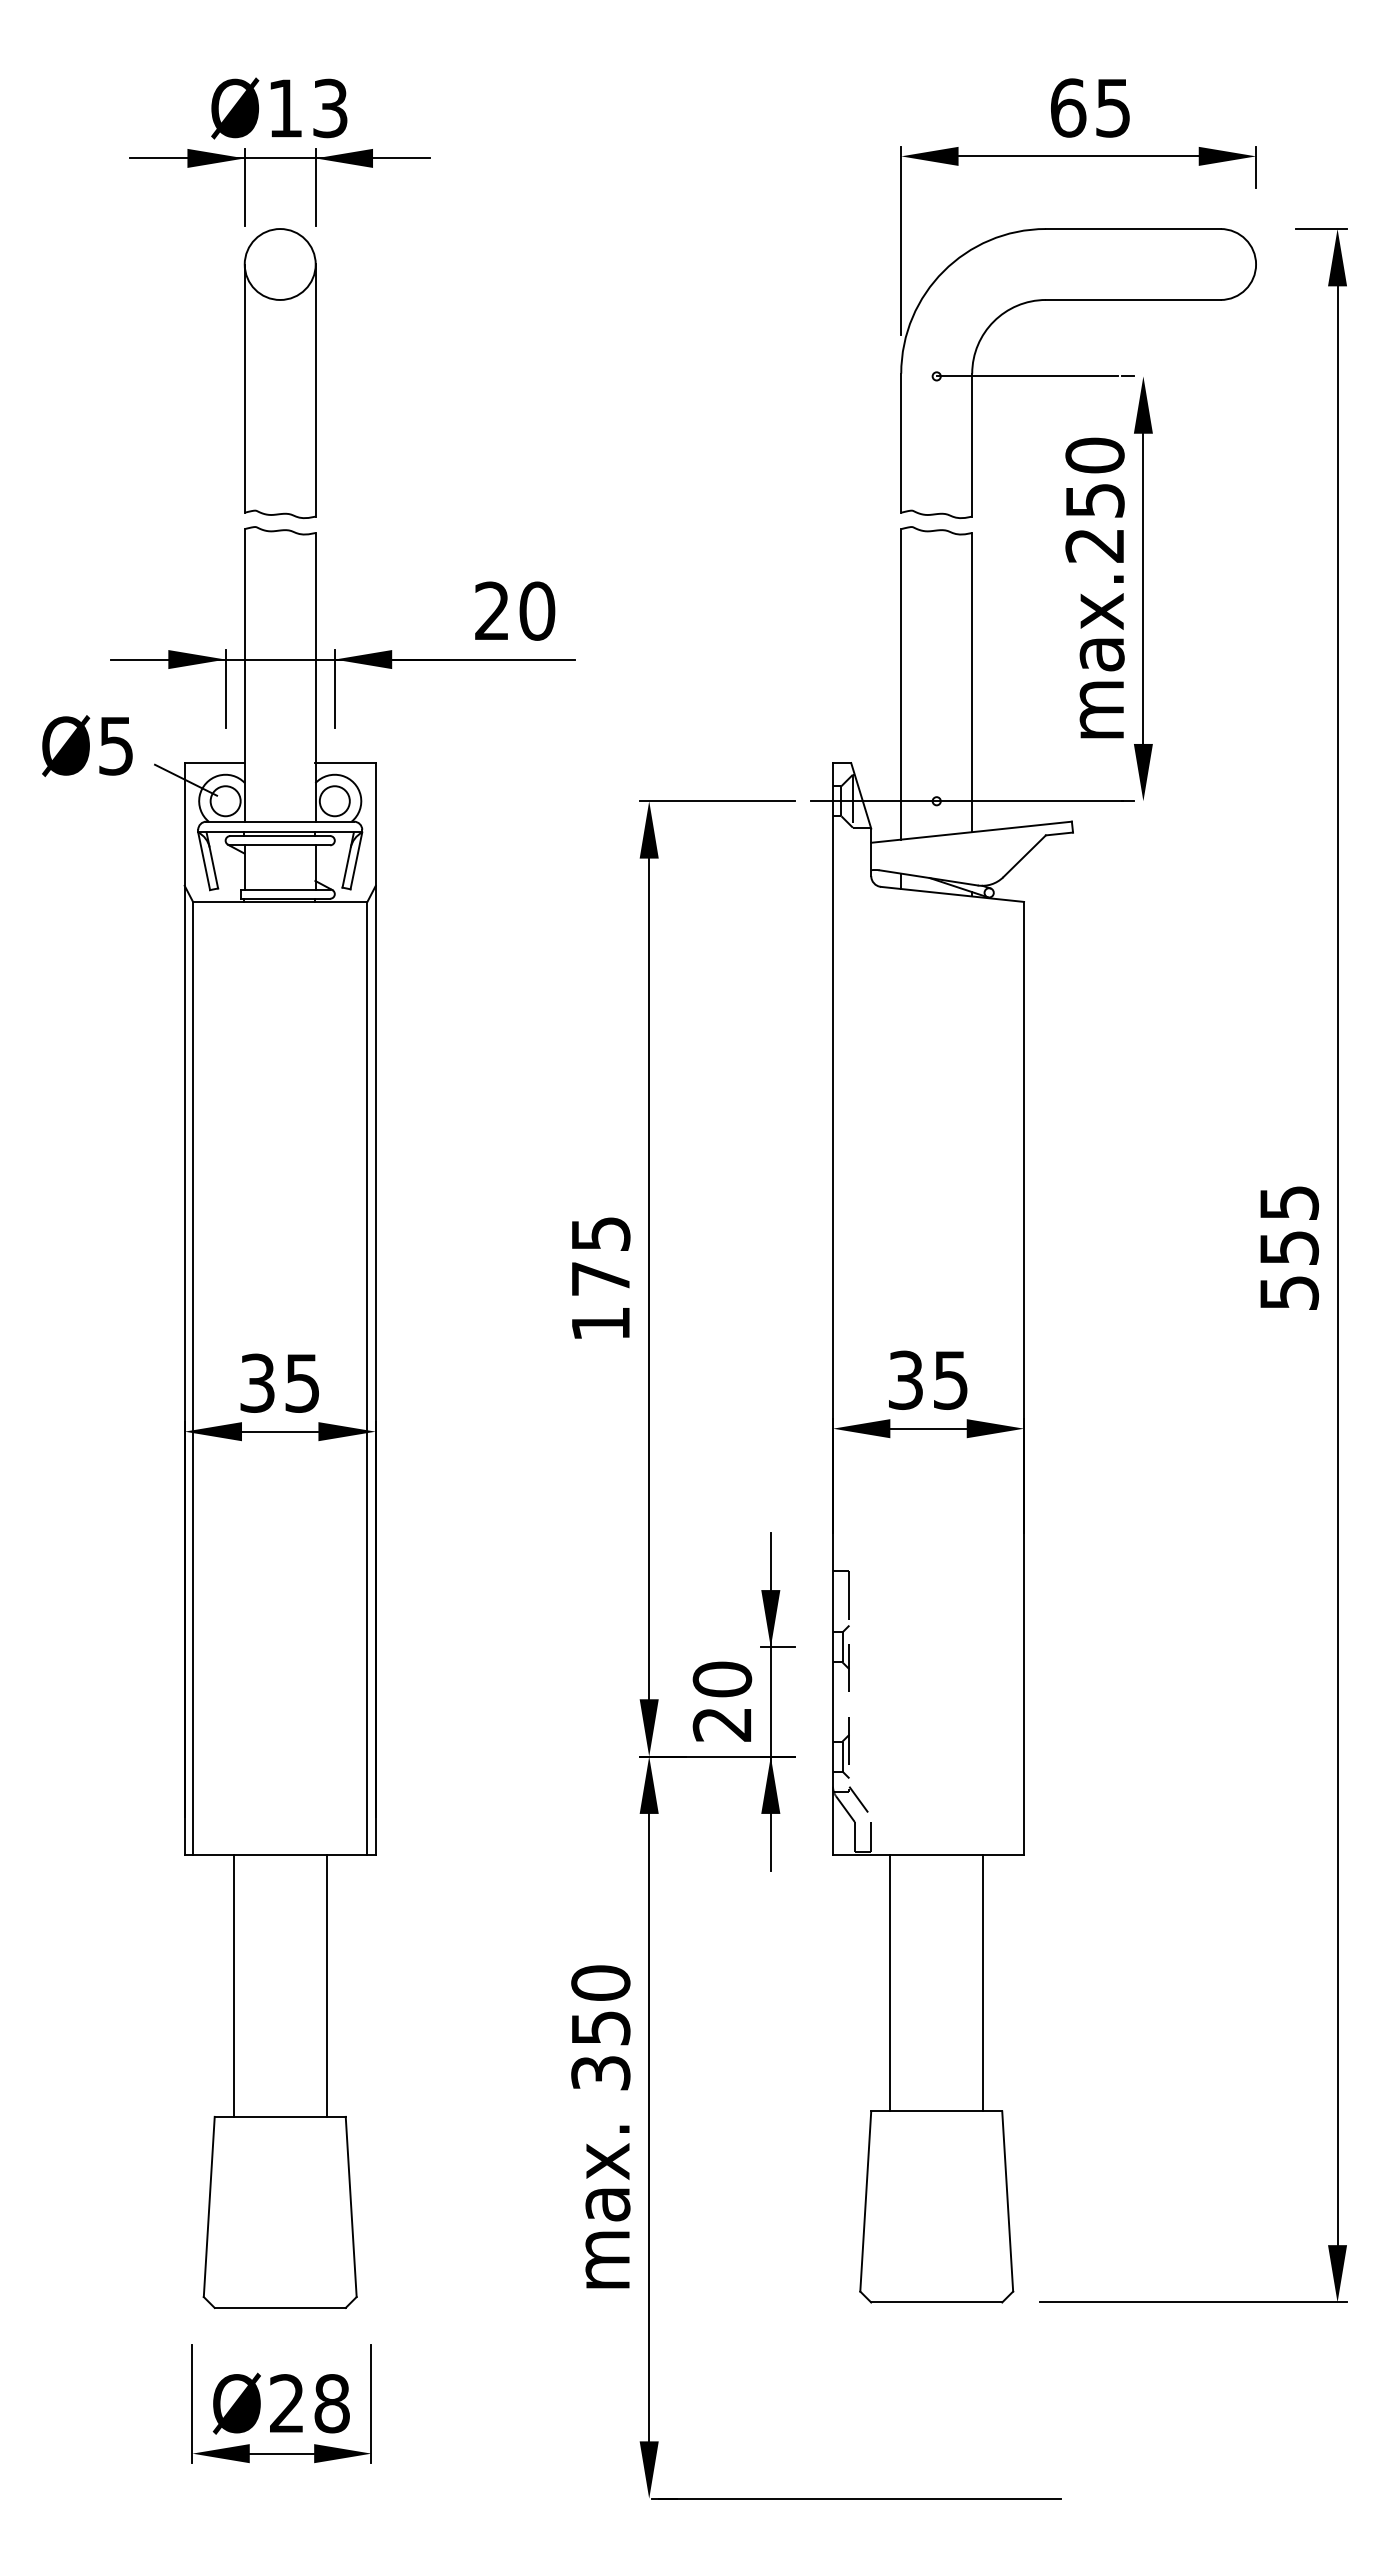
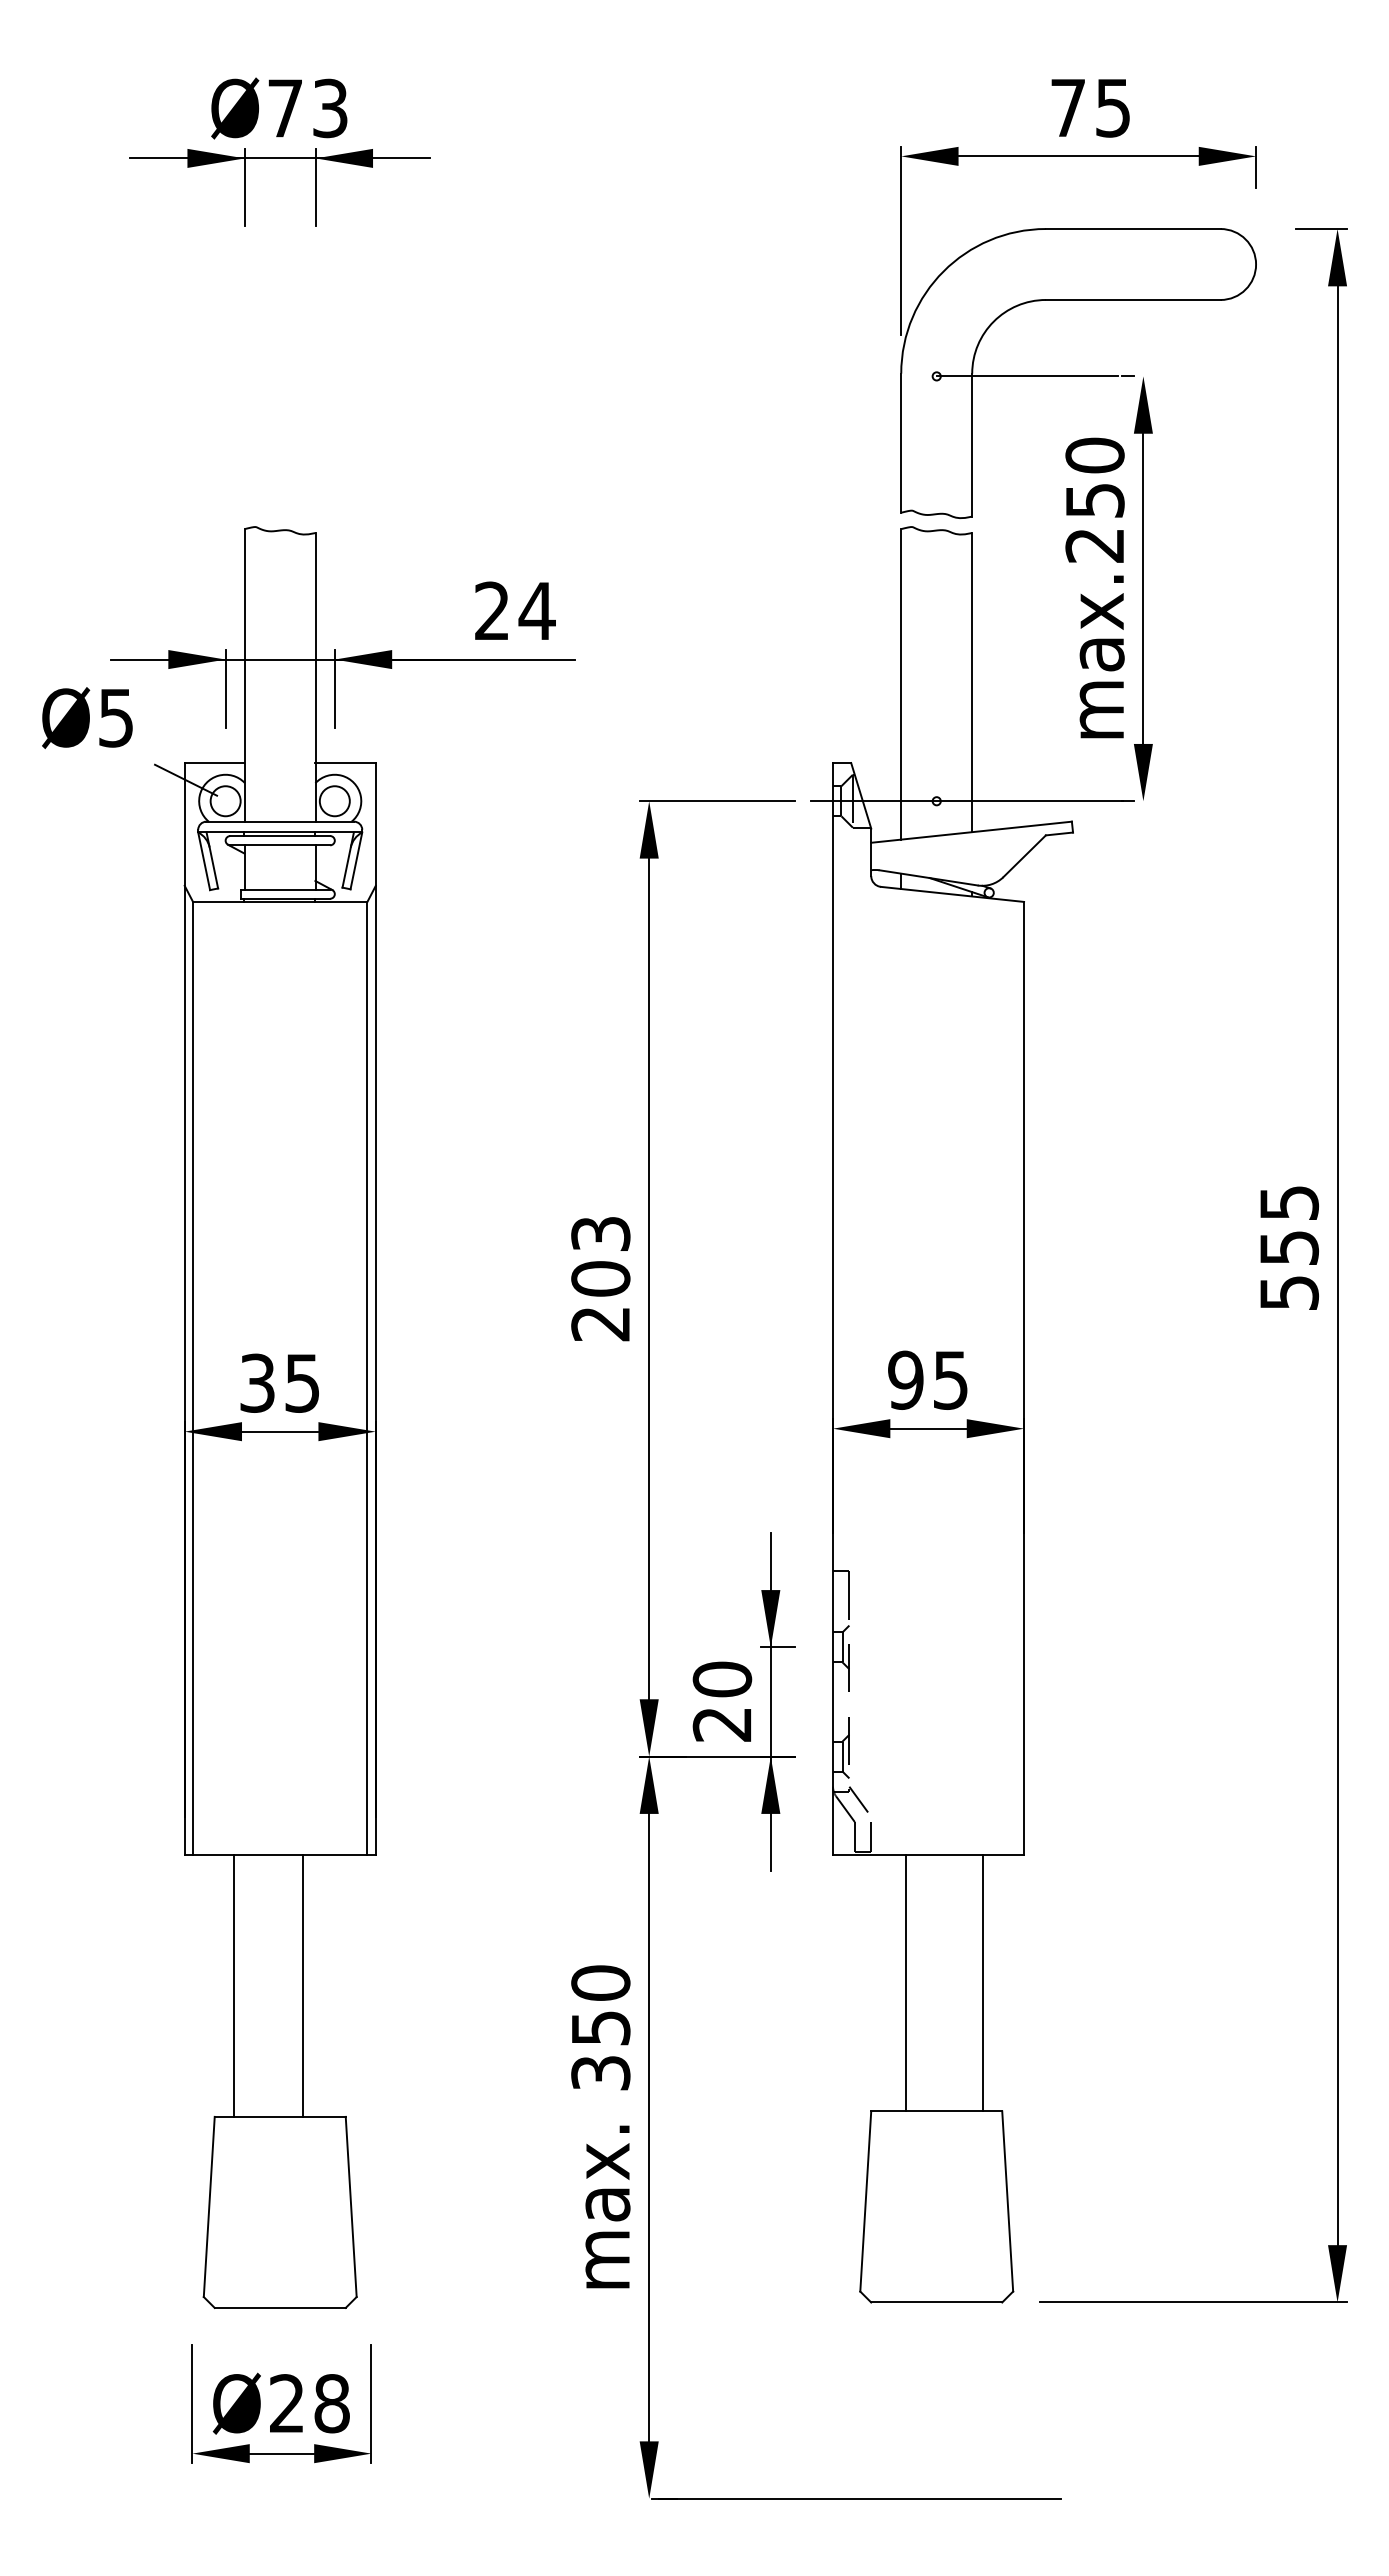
text at (1068, 107): 65 -> 75
text at (284, 108): Ø13 -> Ø73
part at (279, 373): present -> none
text at (536, 610): 20 -> 24
text at (87, 745) position: (87, 745) -> (87, 717)
text at (600, 1279): 175 -> 203
text at (905, 1379): 35 -> 95
line at (890, 1982) position: (890, 1982) -> (906, 1982)
line at (326, 1985) position: (326, 1985) -> (302, 1985)
